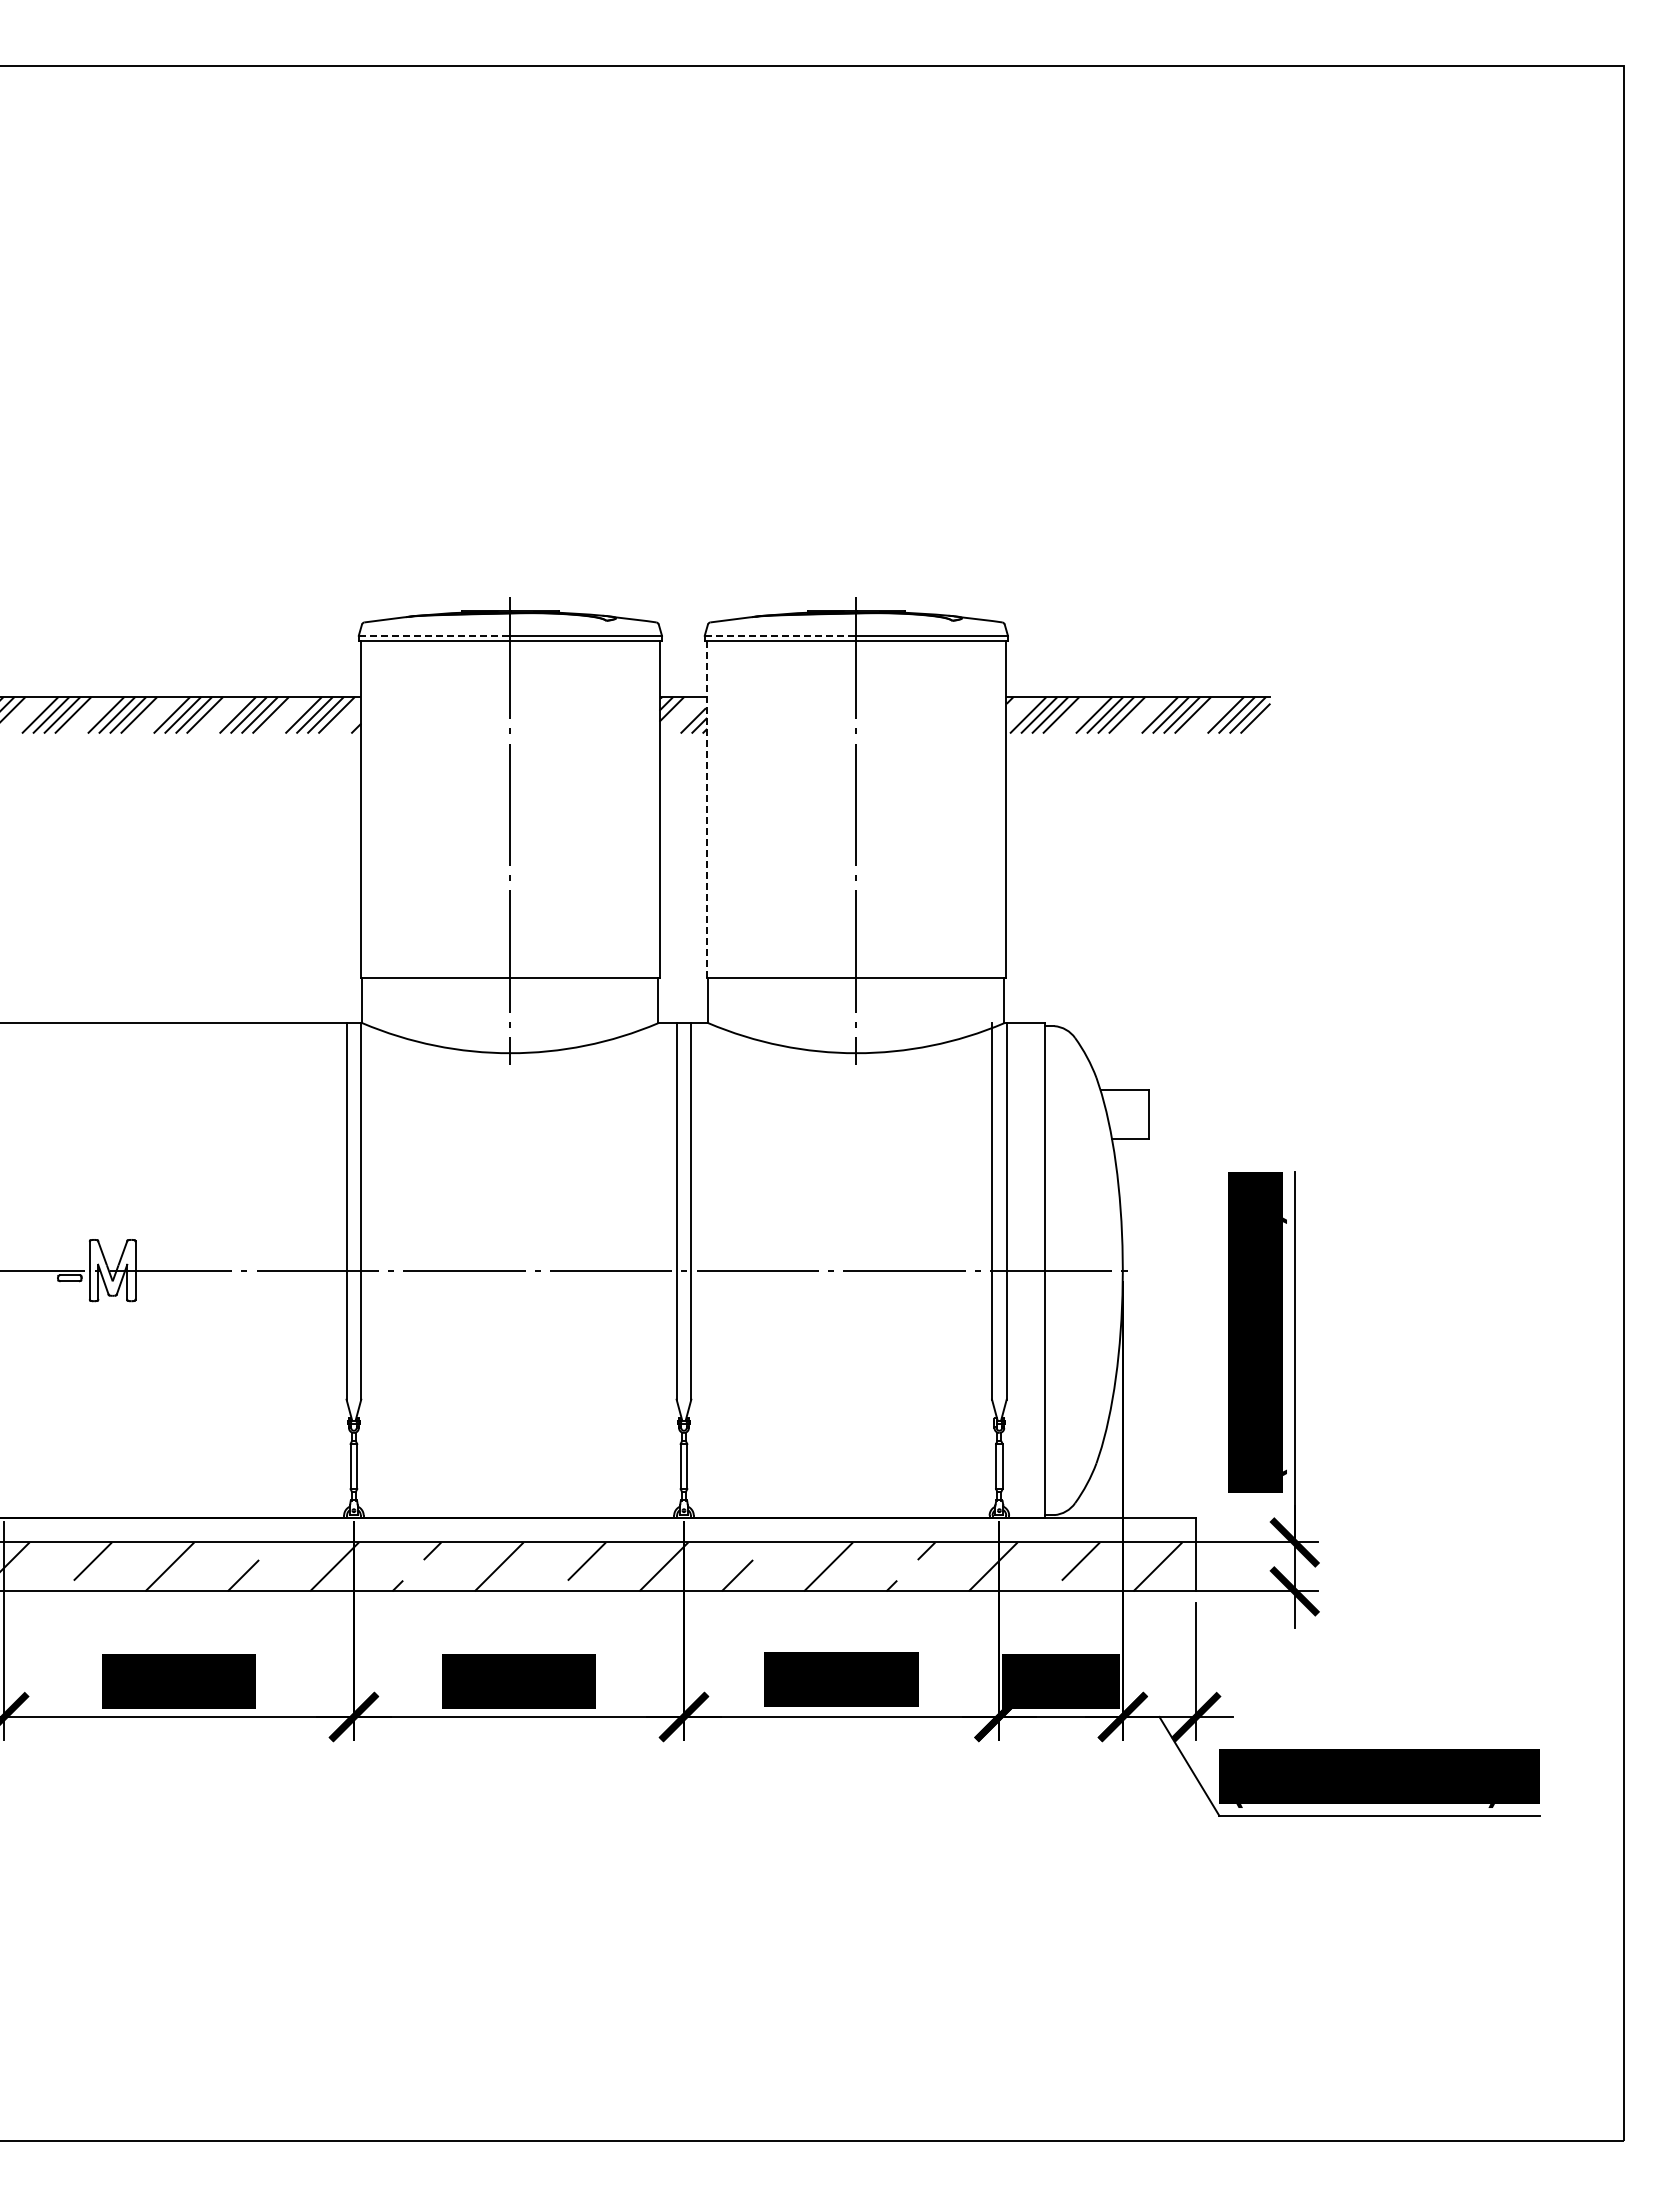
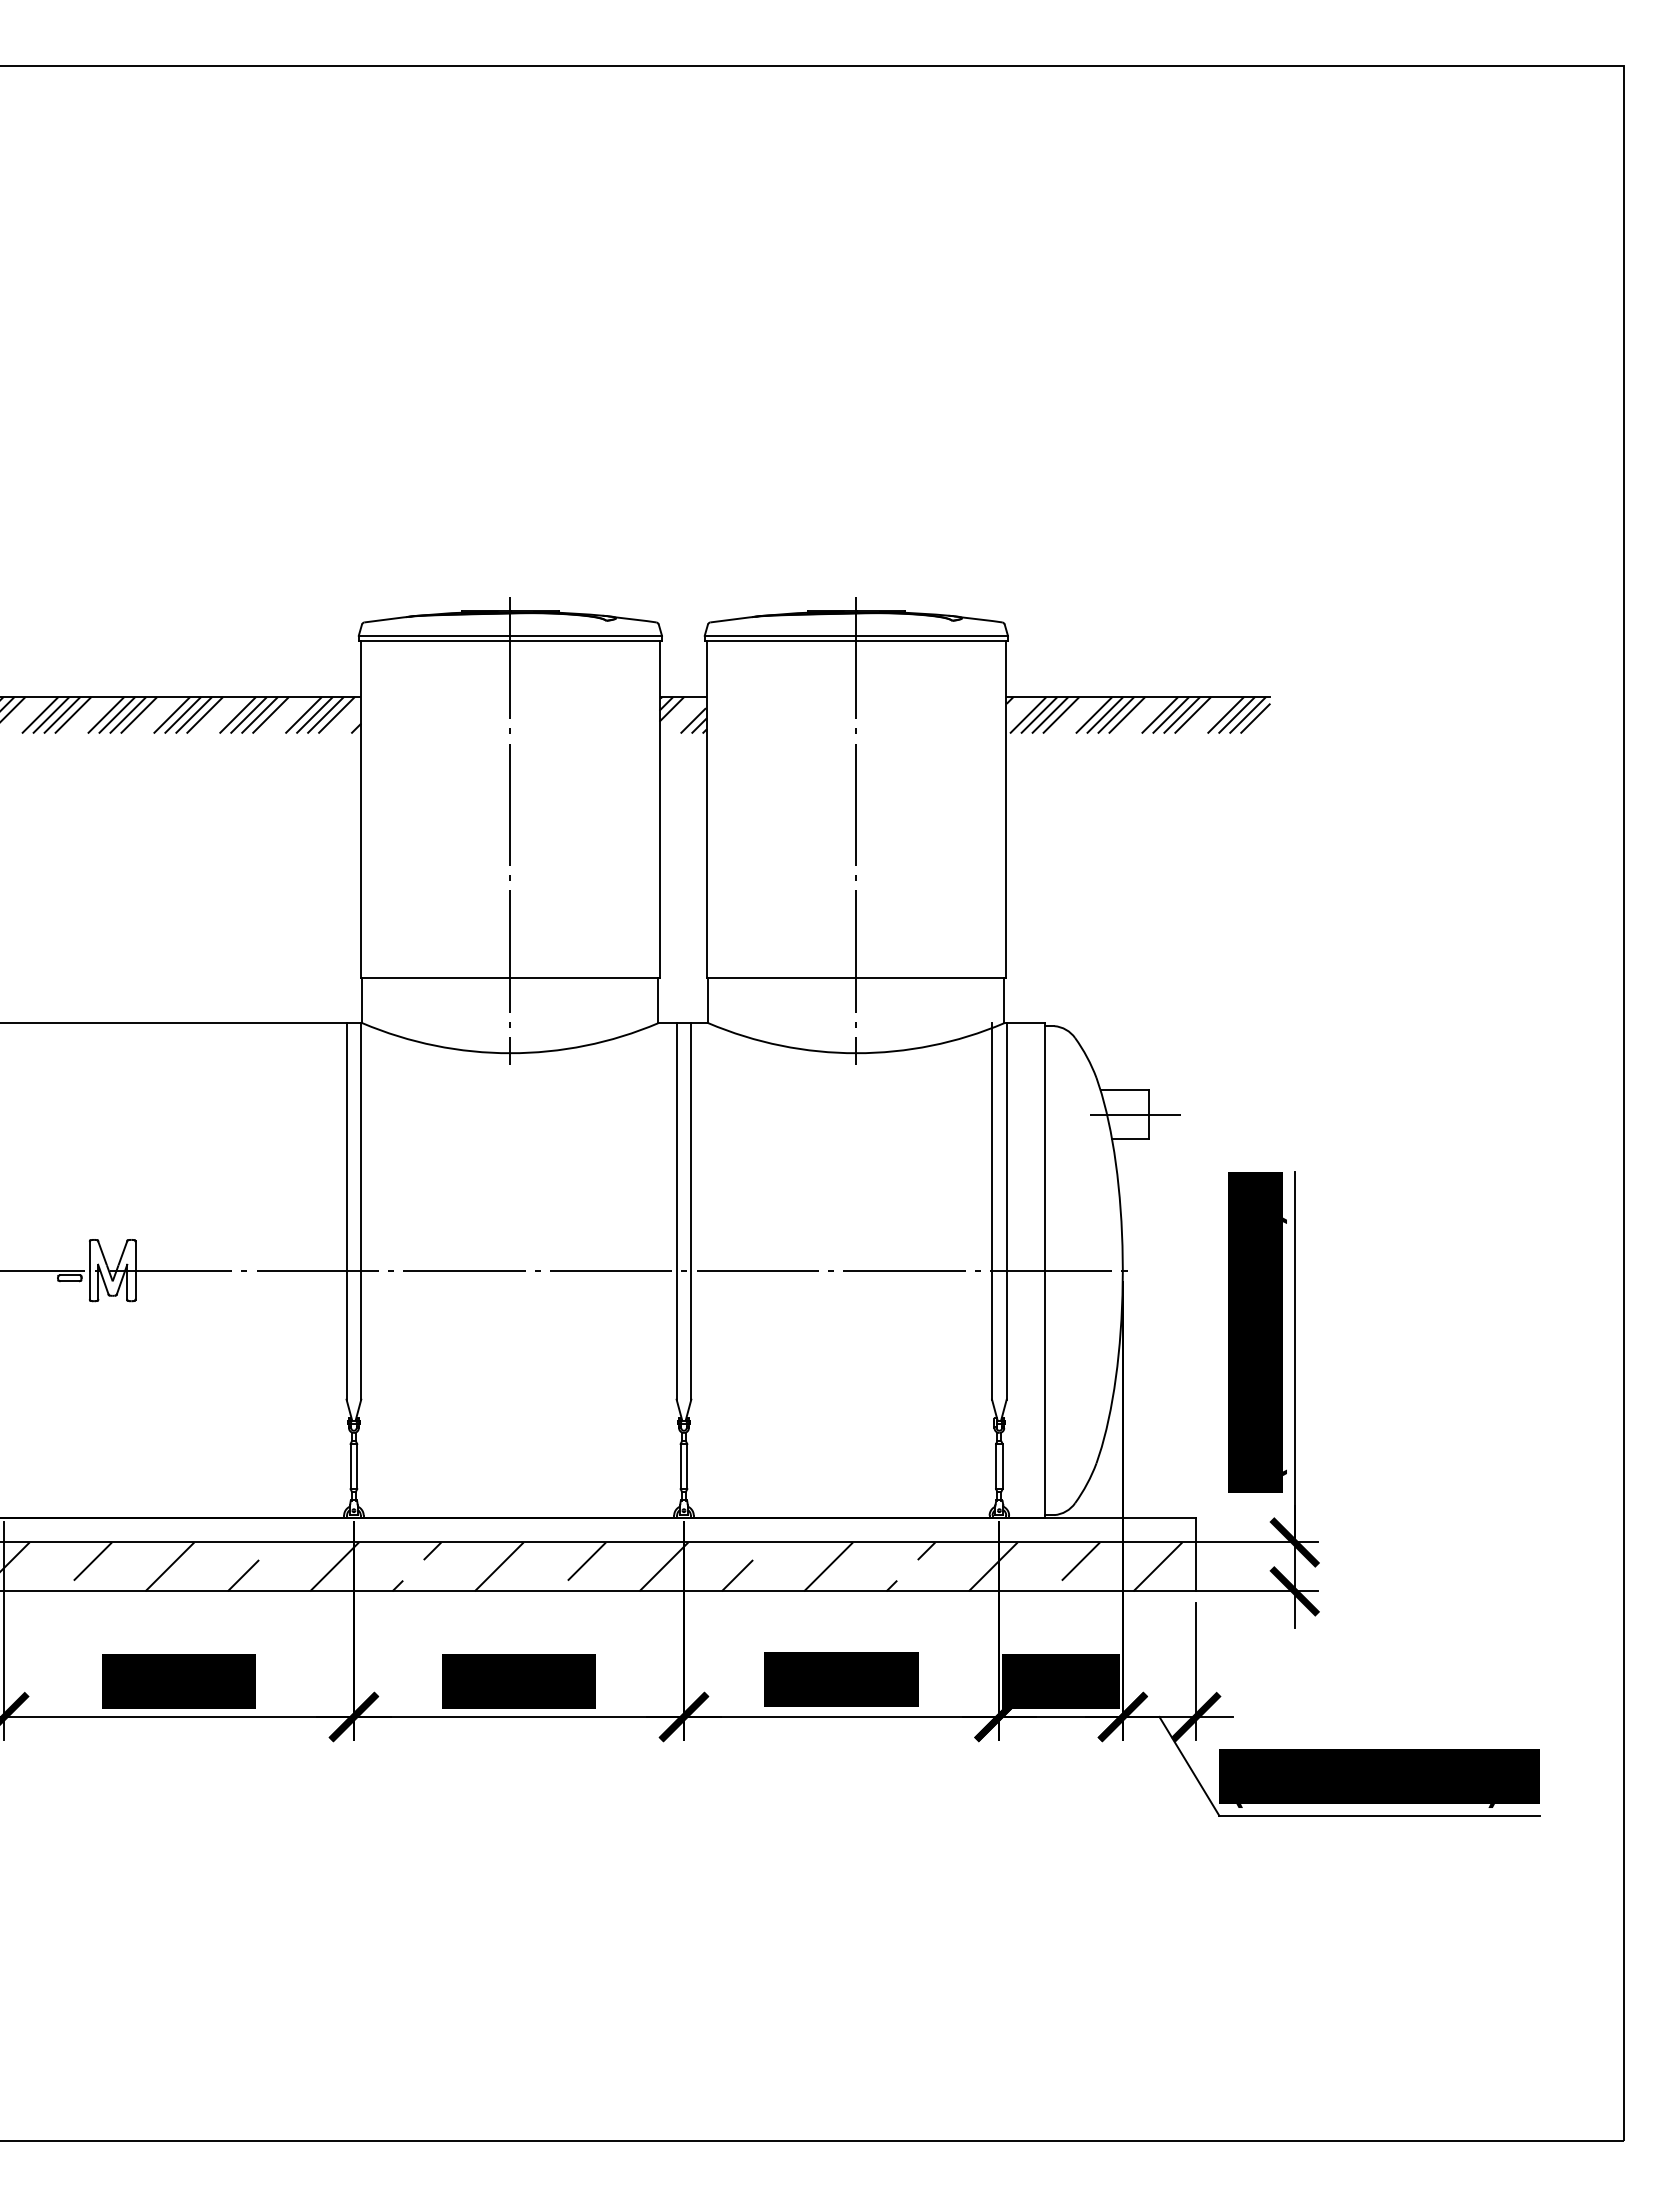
line at (434, 635): dashed -> solid
line at (780, 635): dashed -> solid
line at (707, 809): dashed -> solid
line at (1135, 1114): none -> present
